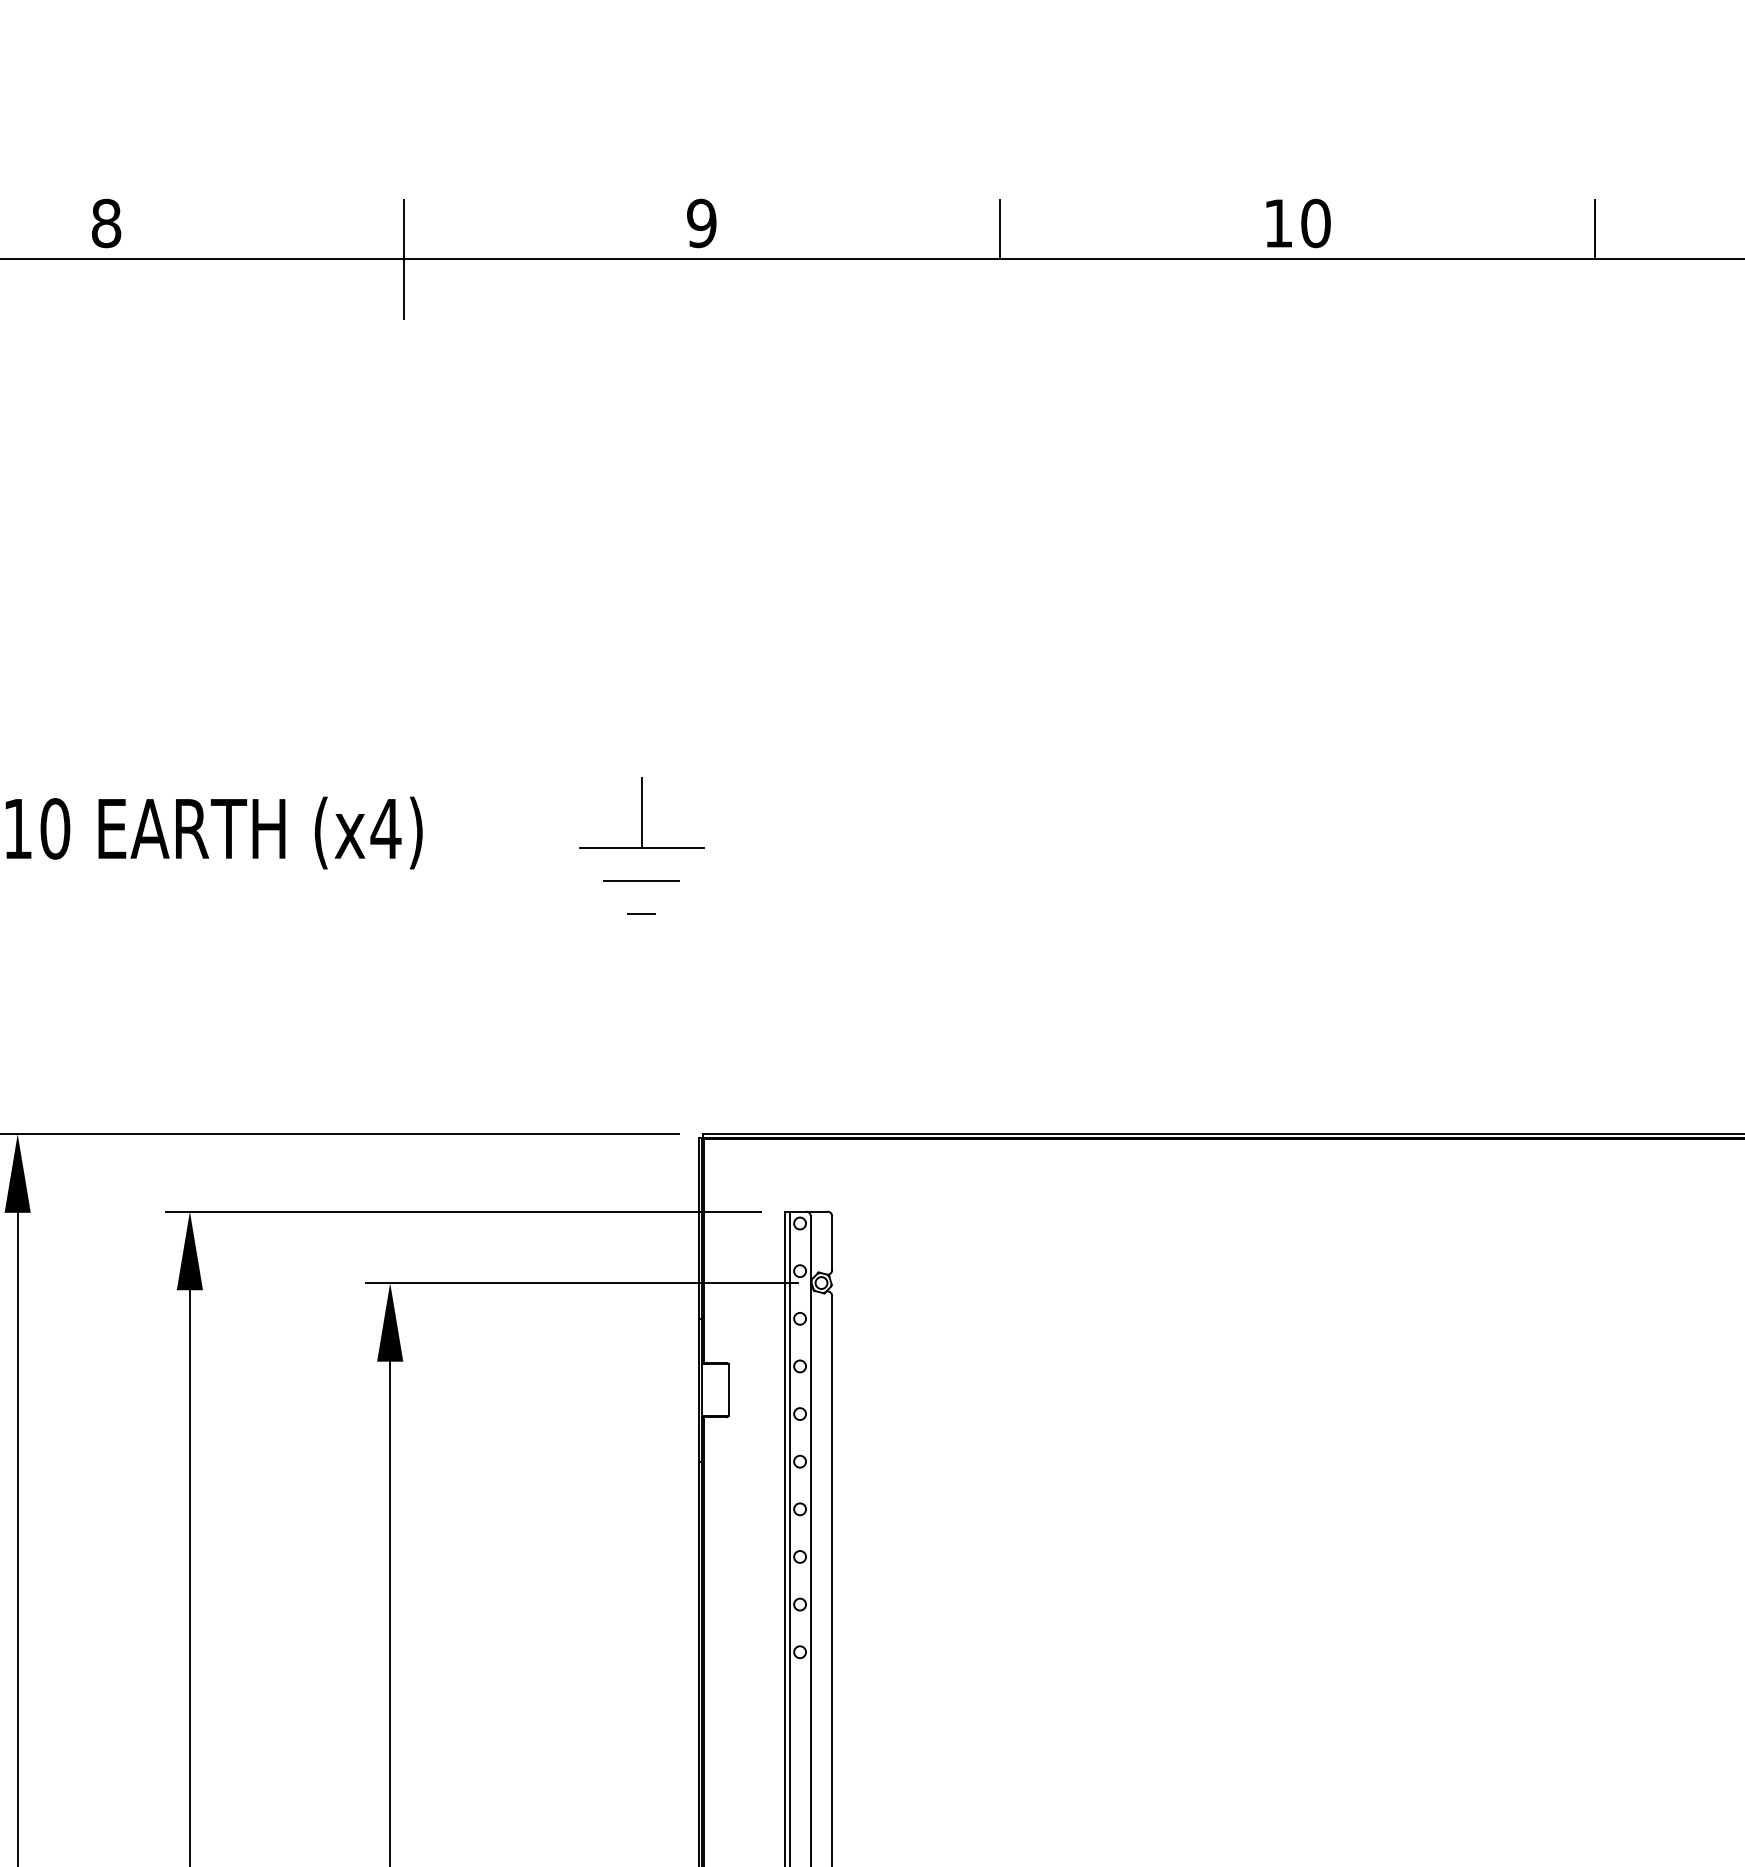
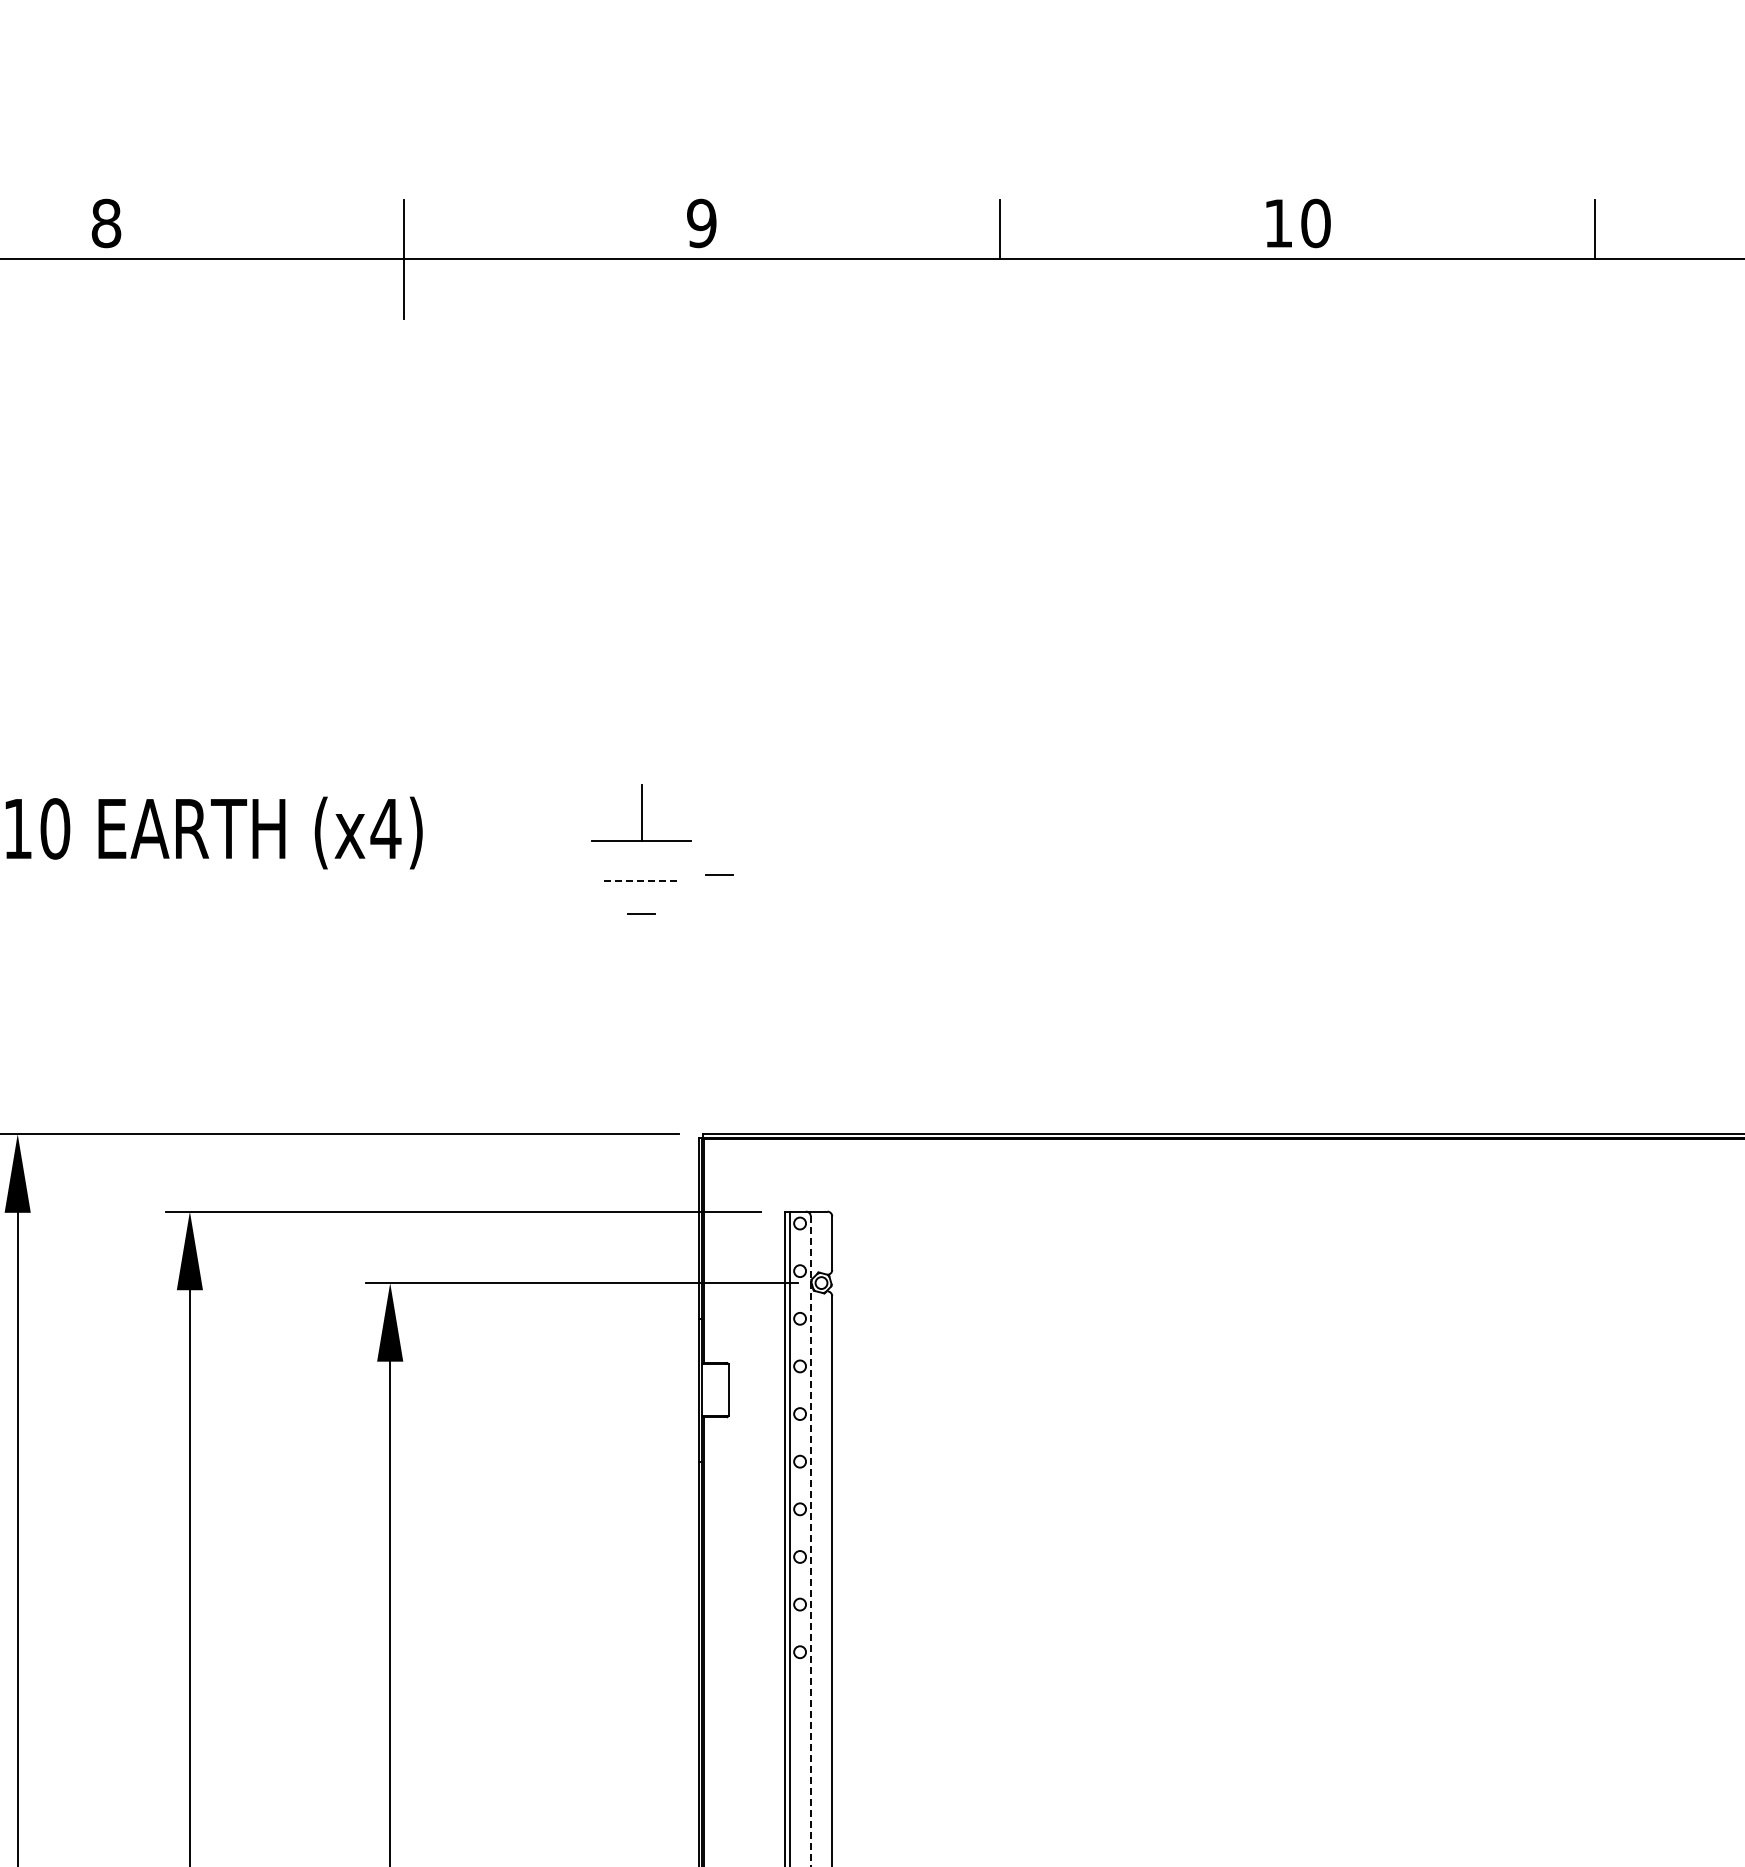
part at (641, 812) size: 126x72 px -> 101x58 px
line at (719, 874): none -> present
line at (641, 880): solid -> dashed
line at (810, 1541): solid -> dashed
